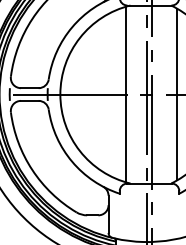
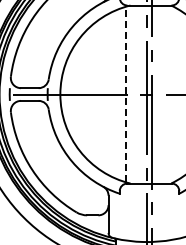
line at (126, 94): solid -> dashed
line at (177, 94): present -> none
